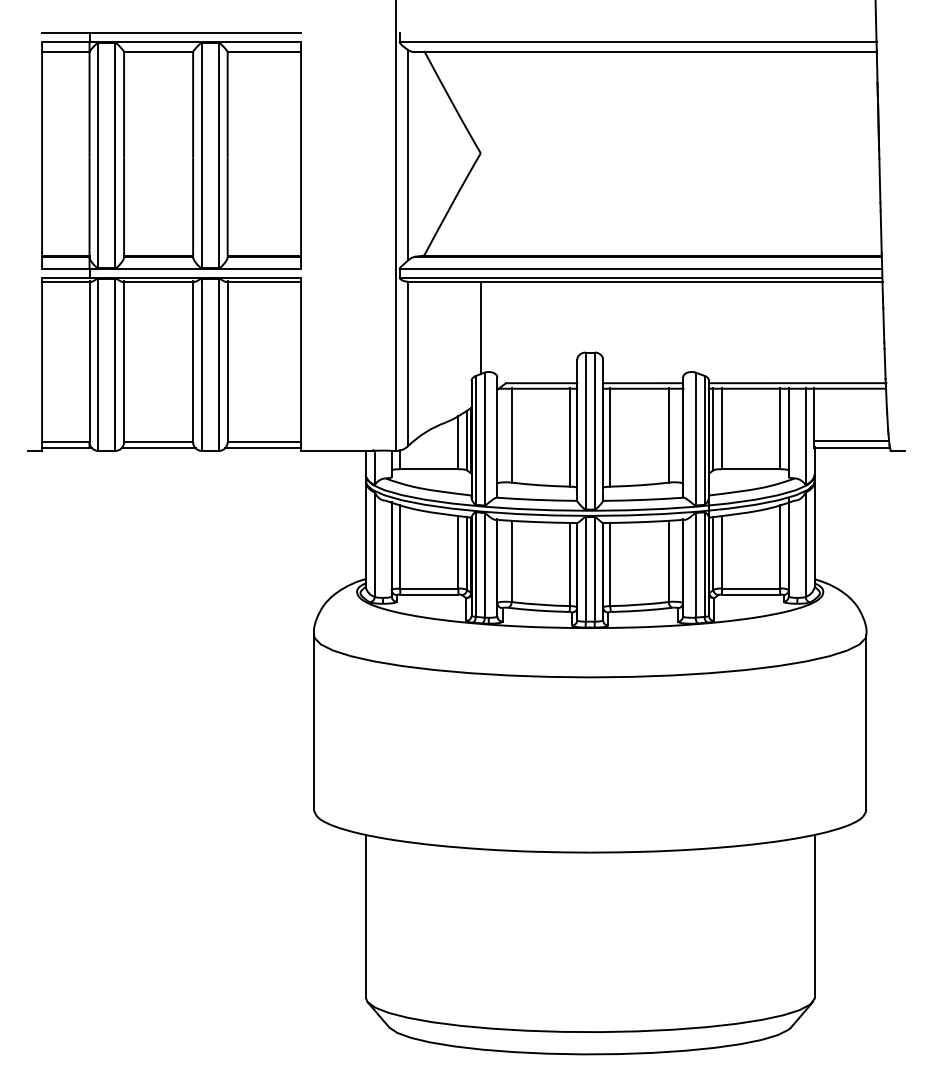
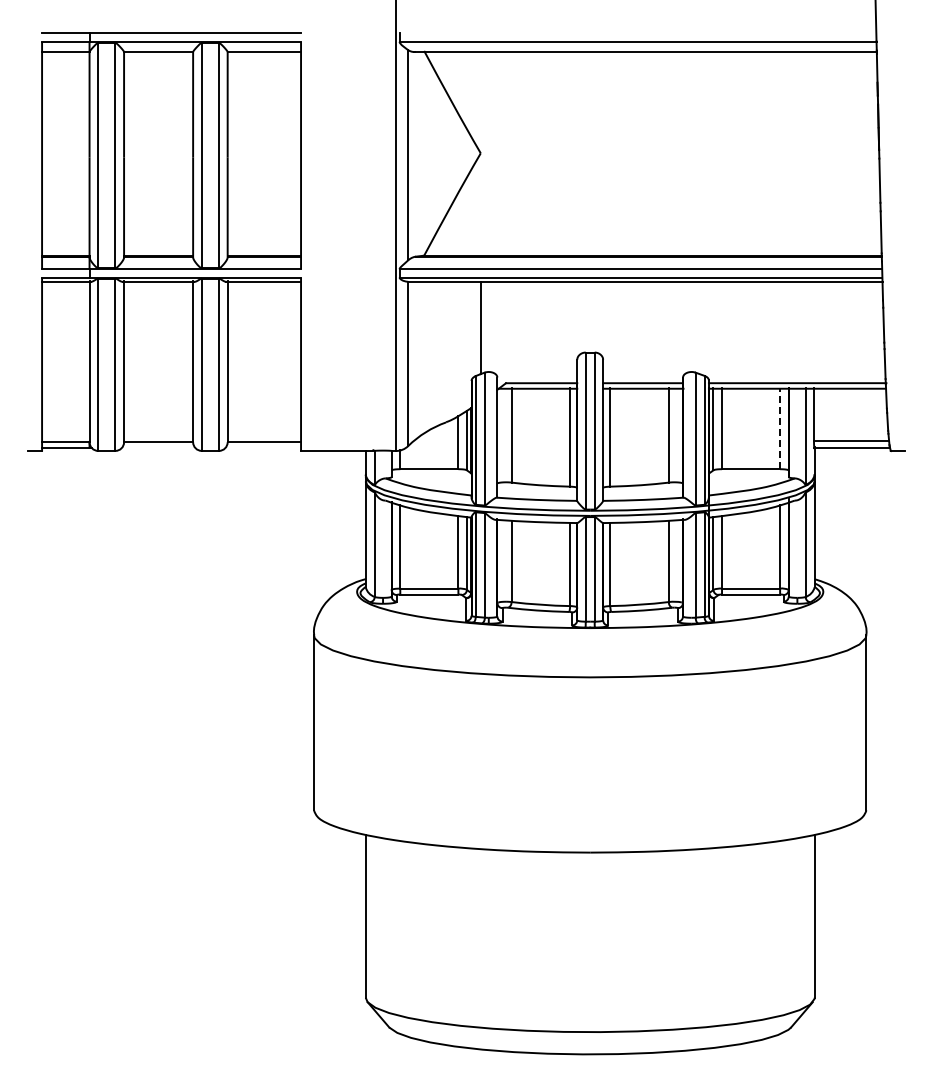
line at (780, 428): solid -> dashed
line at (158, 448): present -> none
line at (263, 448): present -> none
